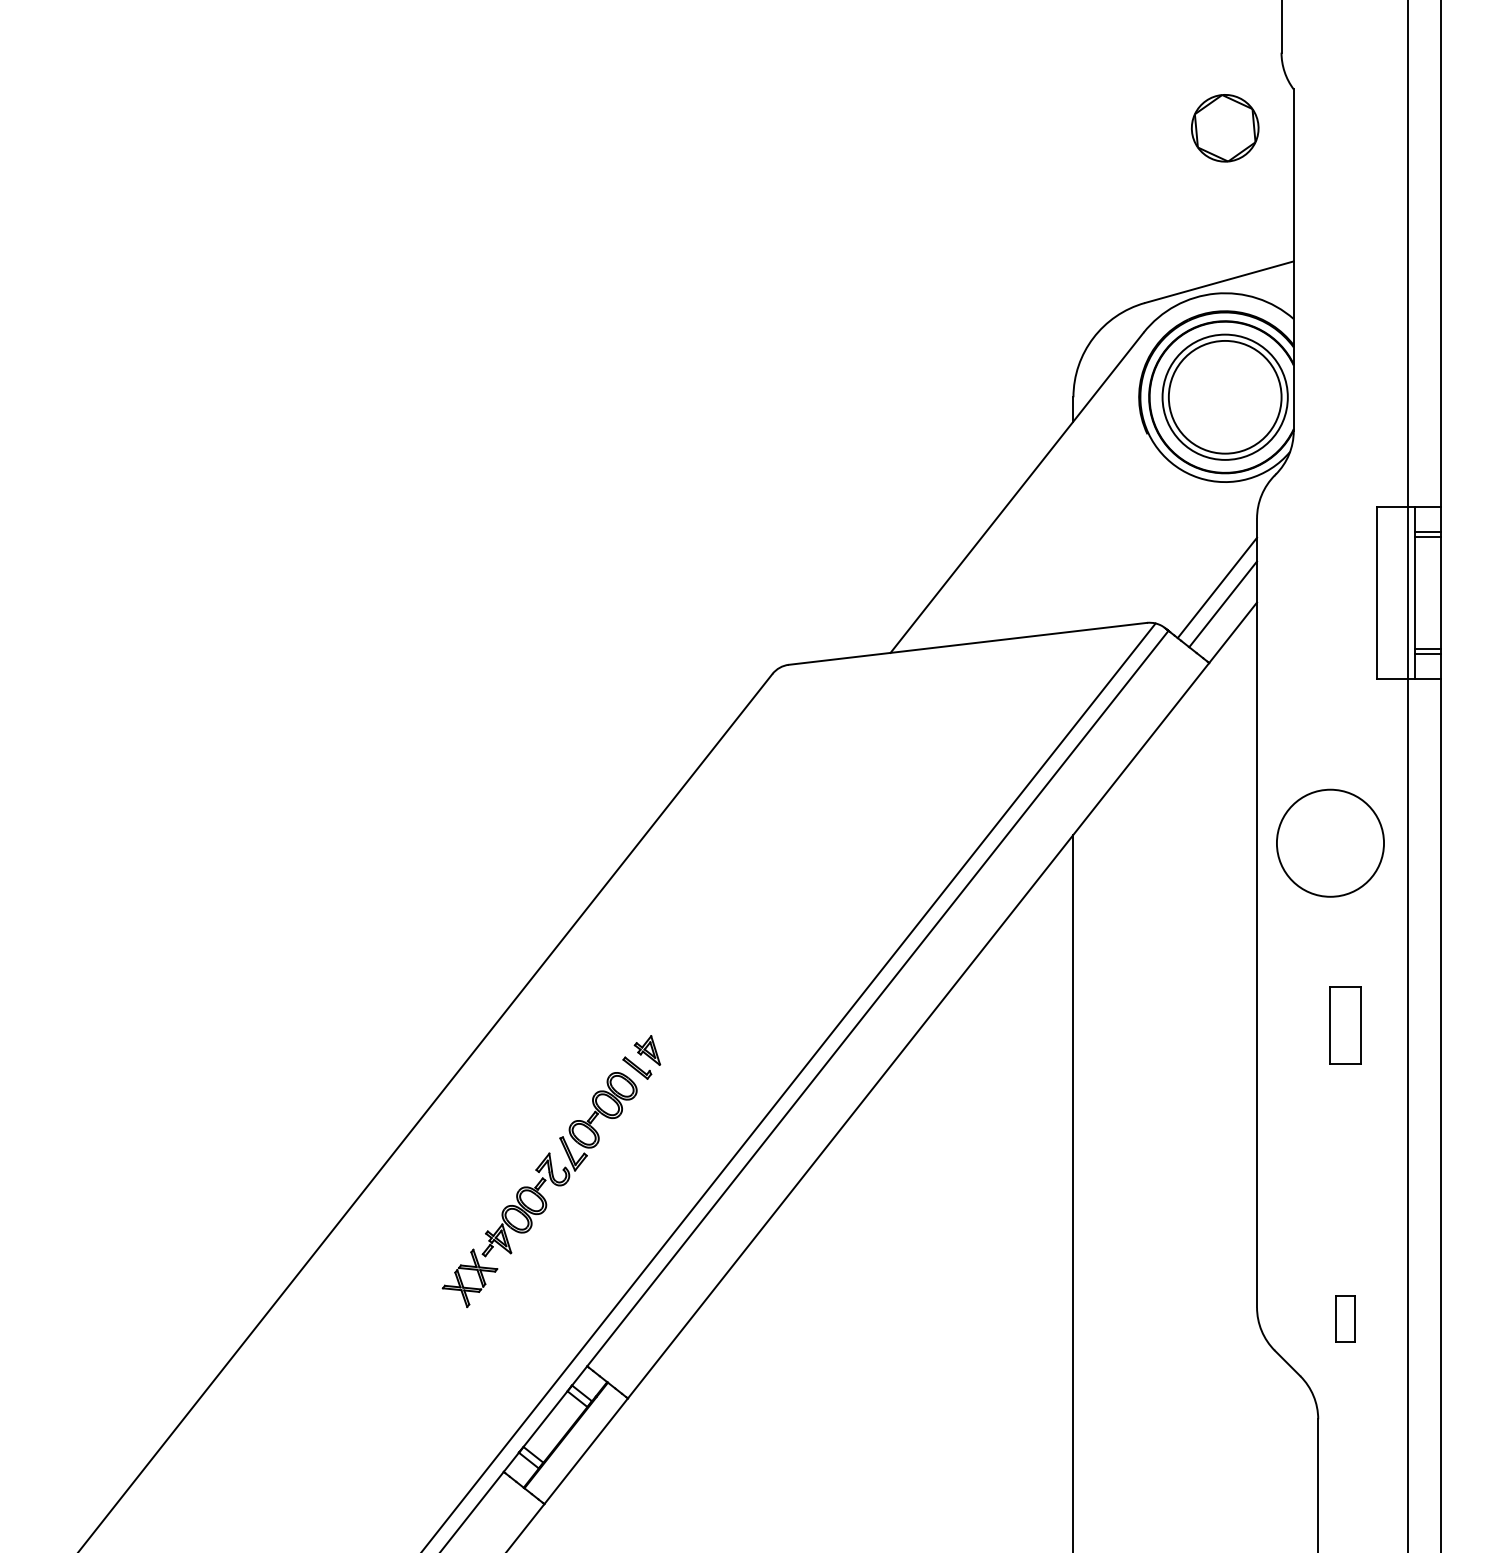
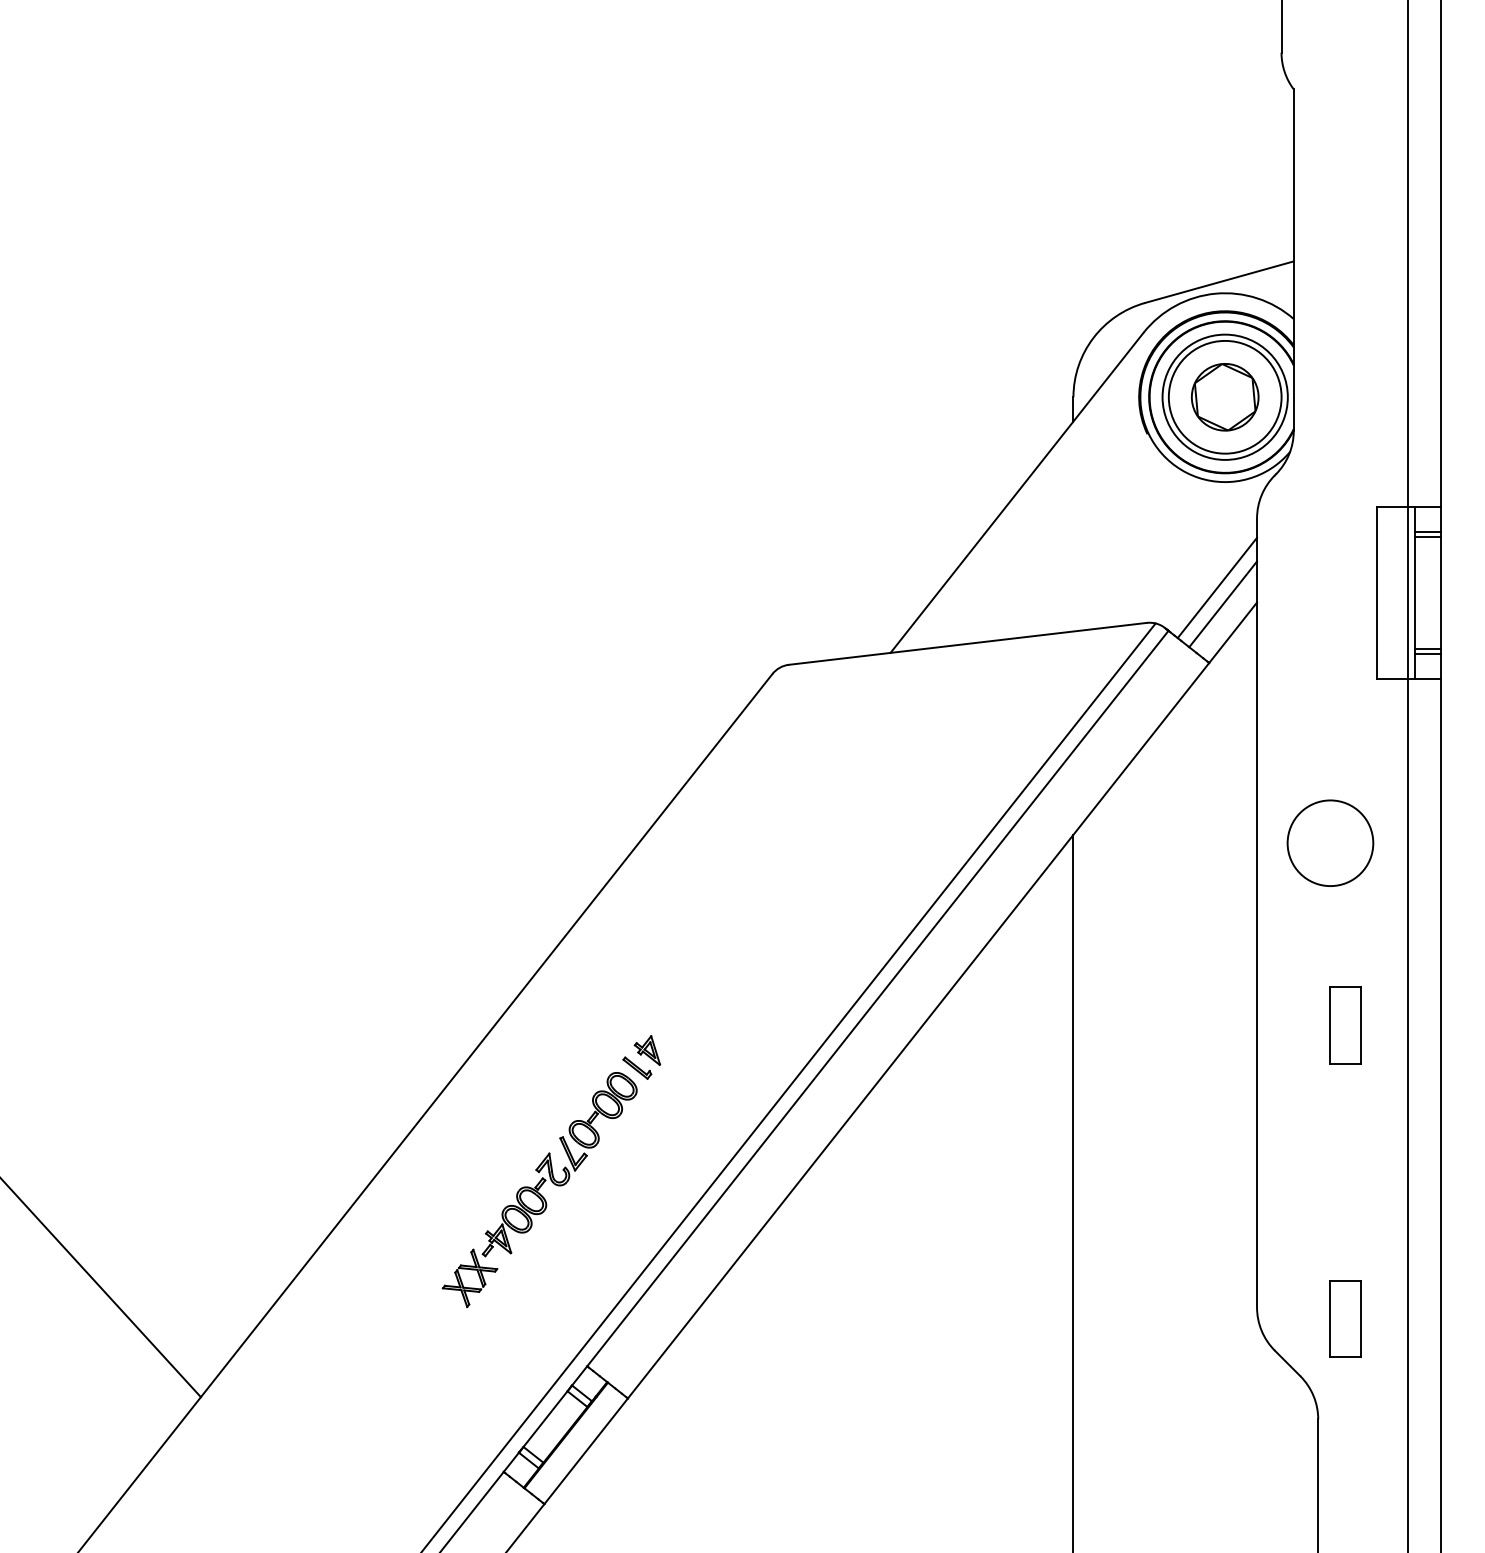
part at (1225, 128) position: (1225, 128) -> (1225, 397)
circle at (1330, 842) diameter: 107 px -> 86 px
line at (101, 1288): none -> present
part at (1345, 1318) size: 21x48 px -> 33x78 px
